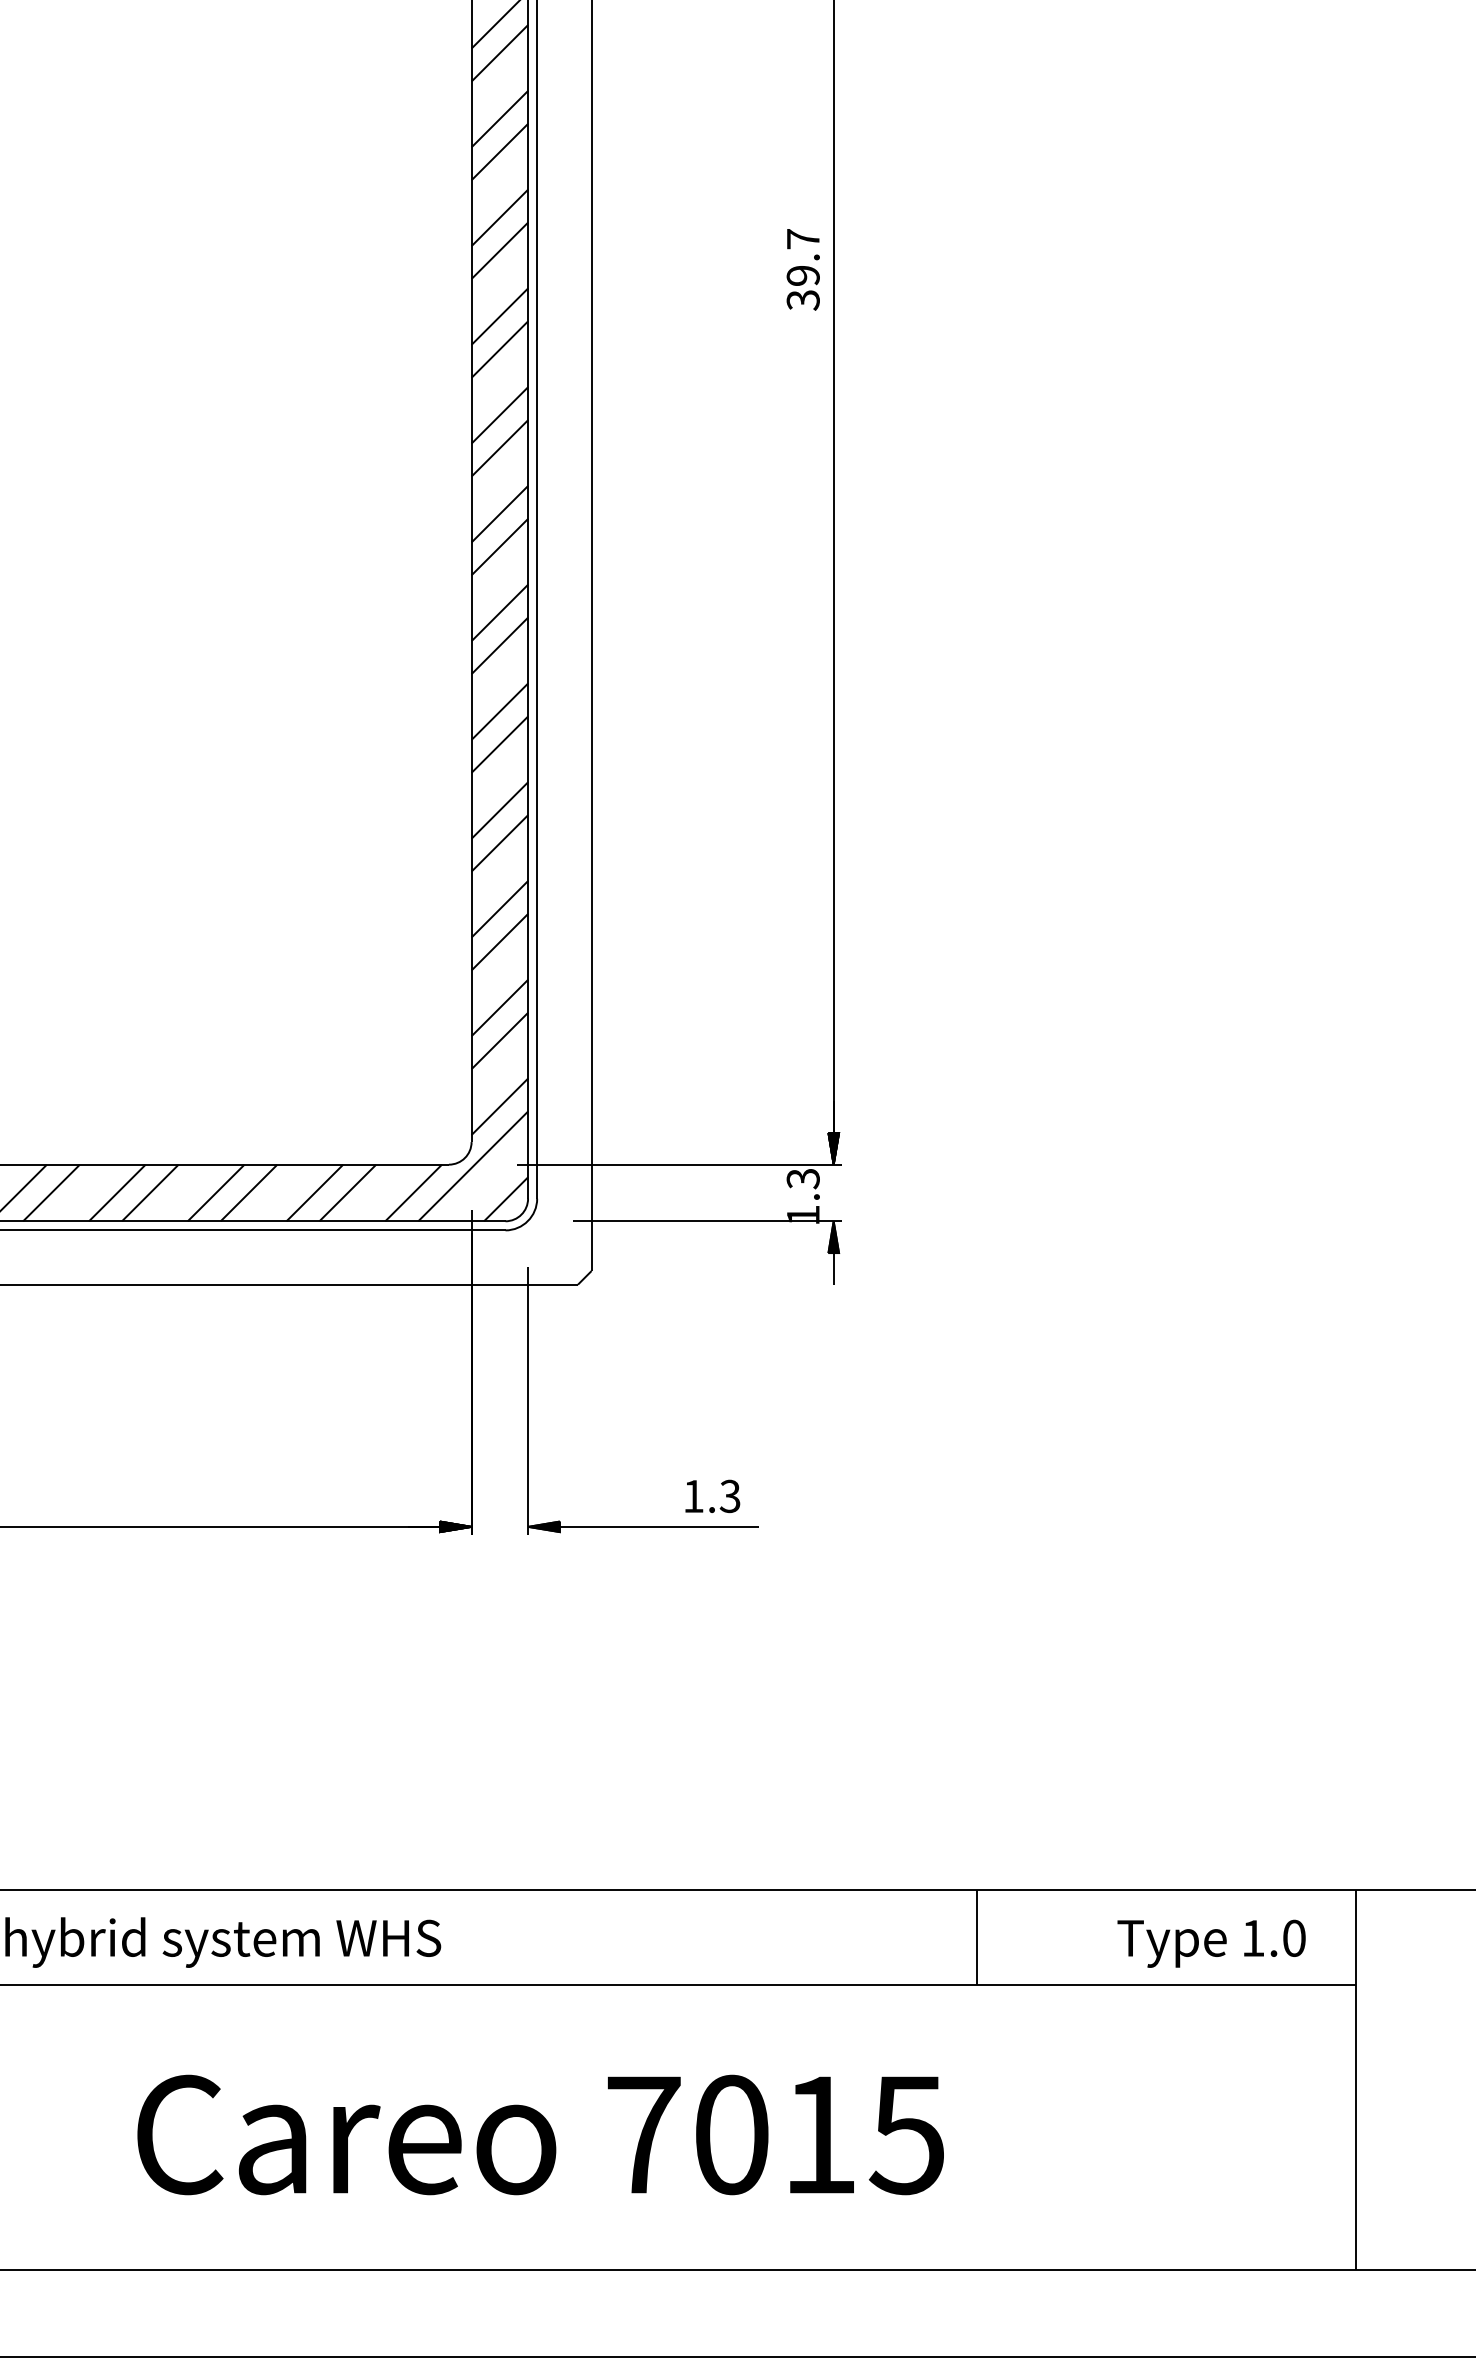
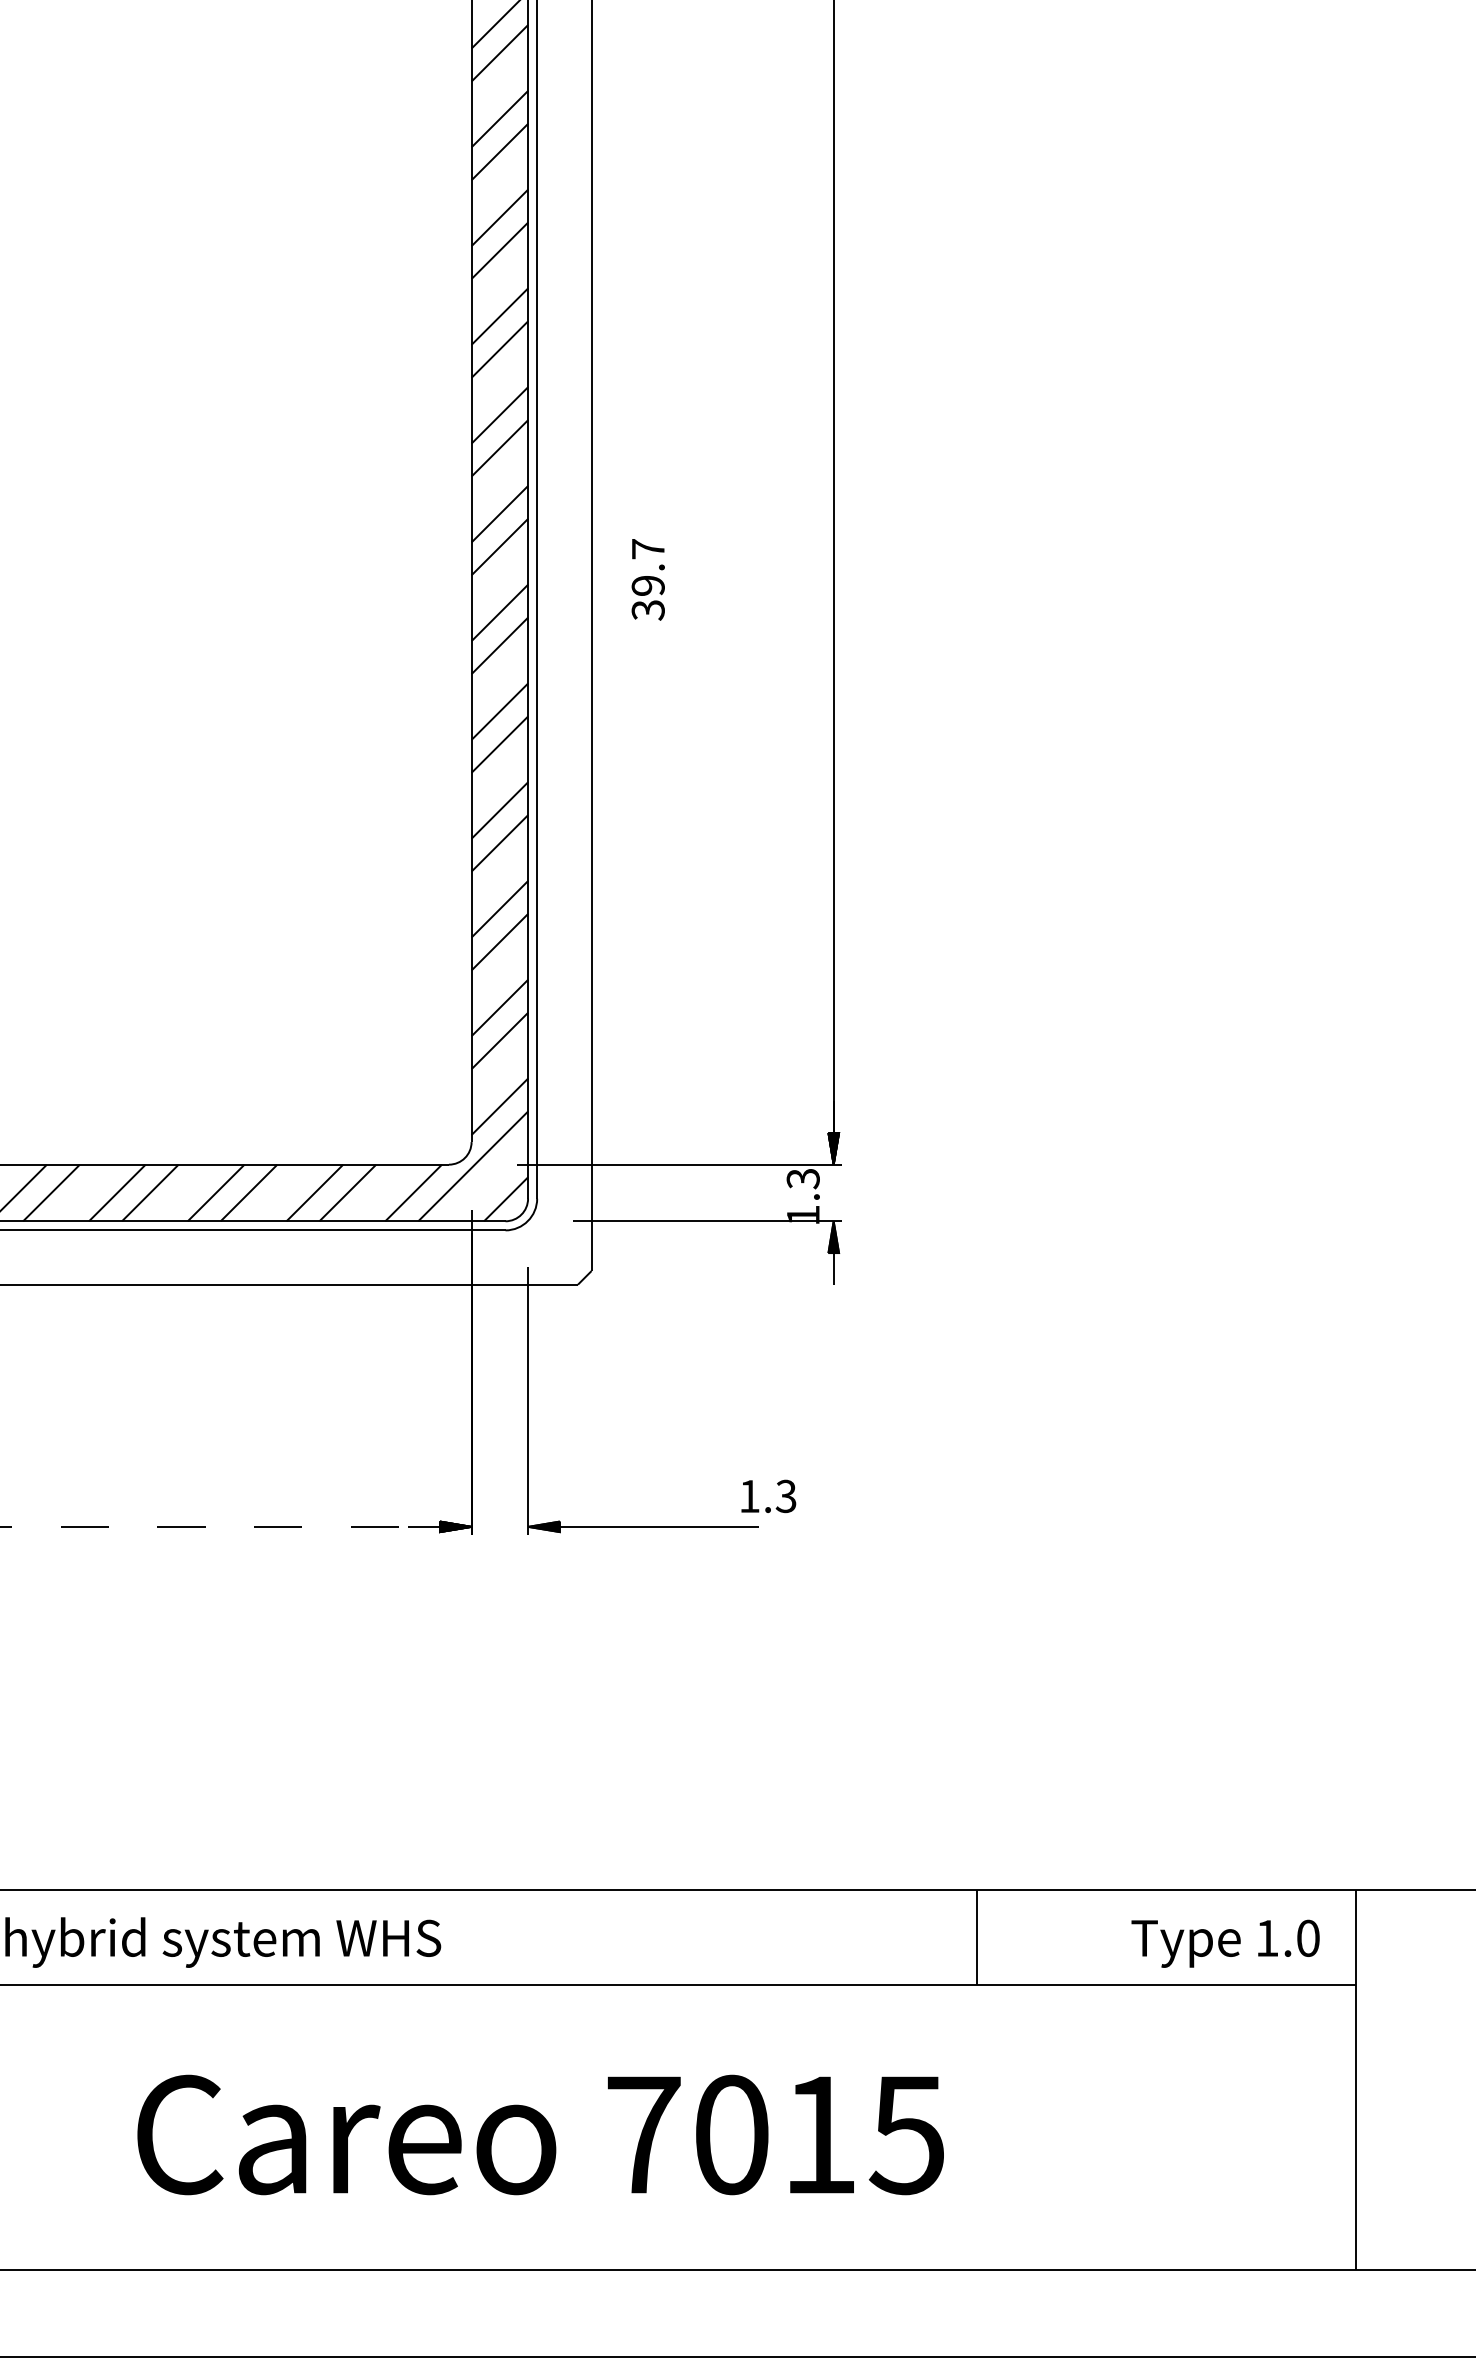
text at (802, 269) position: (802, 269) -> (647, 579)
text at (712, 1496) position: (712, 1496) -> (768, 1496)
line at (220, 1526): solid -> dashed
text at (1211, 1943) position: (1211, 1943) -> (1225, 1943)
